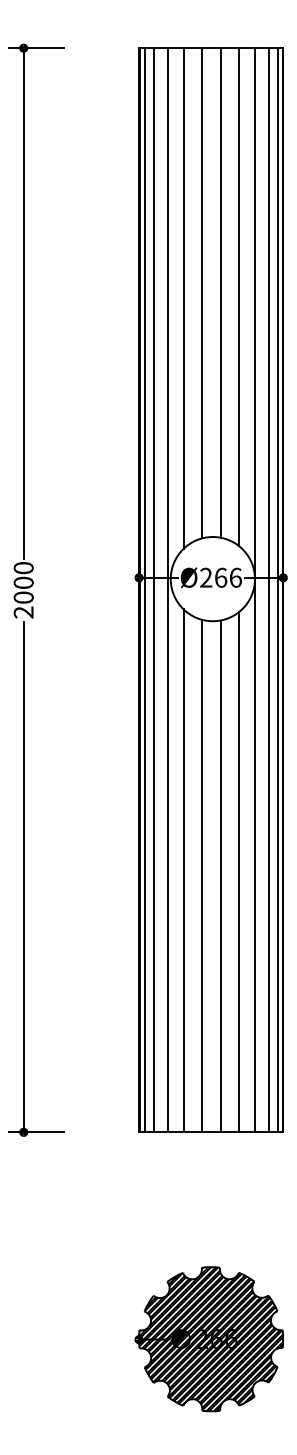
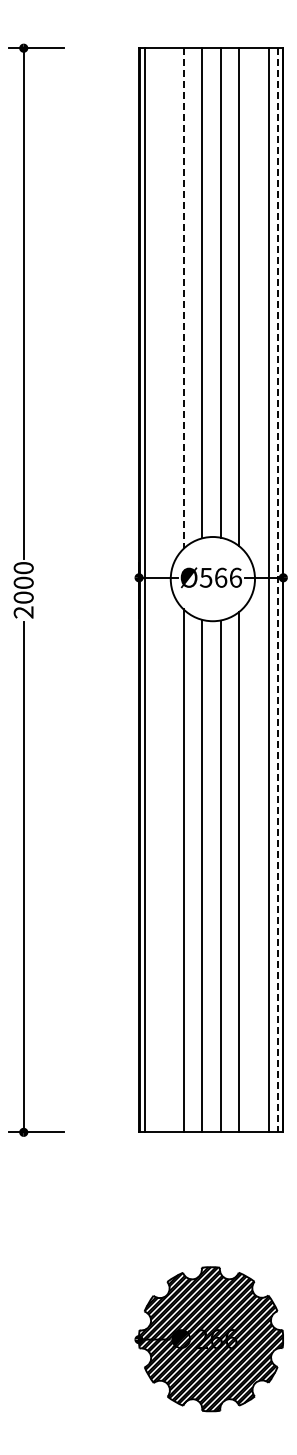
line at (183, 299): solid -> dashed
text at (205, 577): Ø266 -> Ø566
line at (153, 590): present -> none
line at (167, 590): present -> none
line at (255, 590): present -> none
line at (277, 590): solid -> dashed
